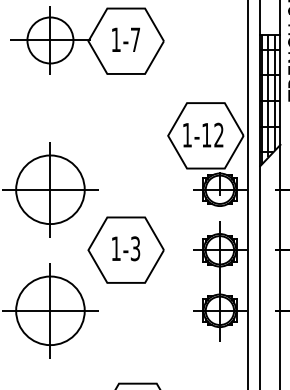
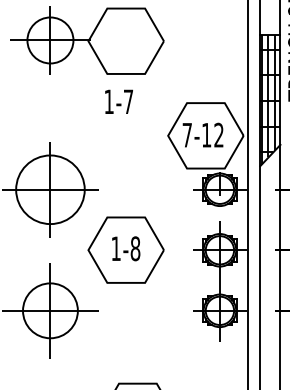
text at (125, 39) position: (125, 39) -> (118, 101)
text at (186, 135): 1-12 -> 7-12
text at (135, 248): 1-3 -> 1-8
circle at (50, 310) diameter: 69 px -> 55 px
